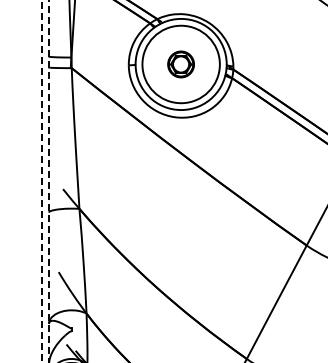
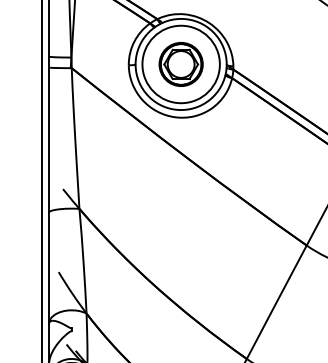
part at (180, 64) size: 28x29 px -> 46x45 px
line at (42, 180): dashed -> solid
line at (49, 181): dashed -> solid
